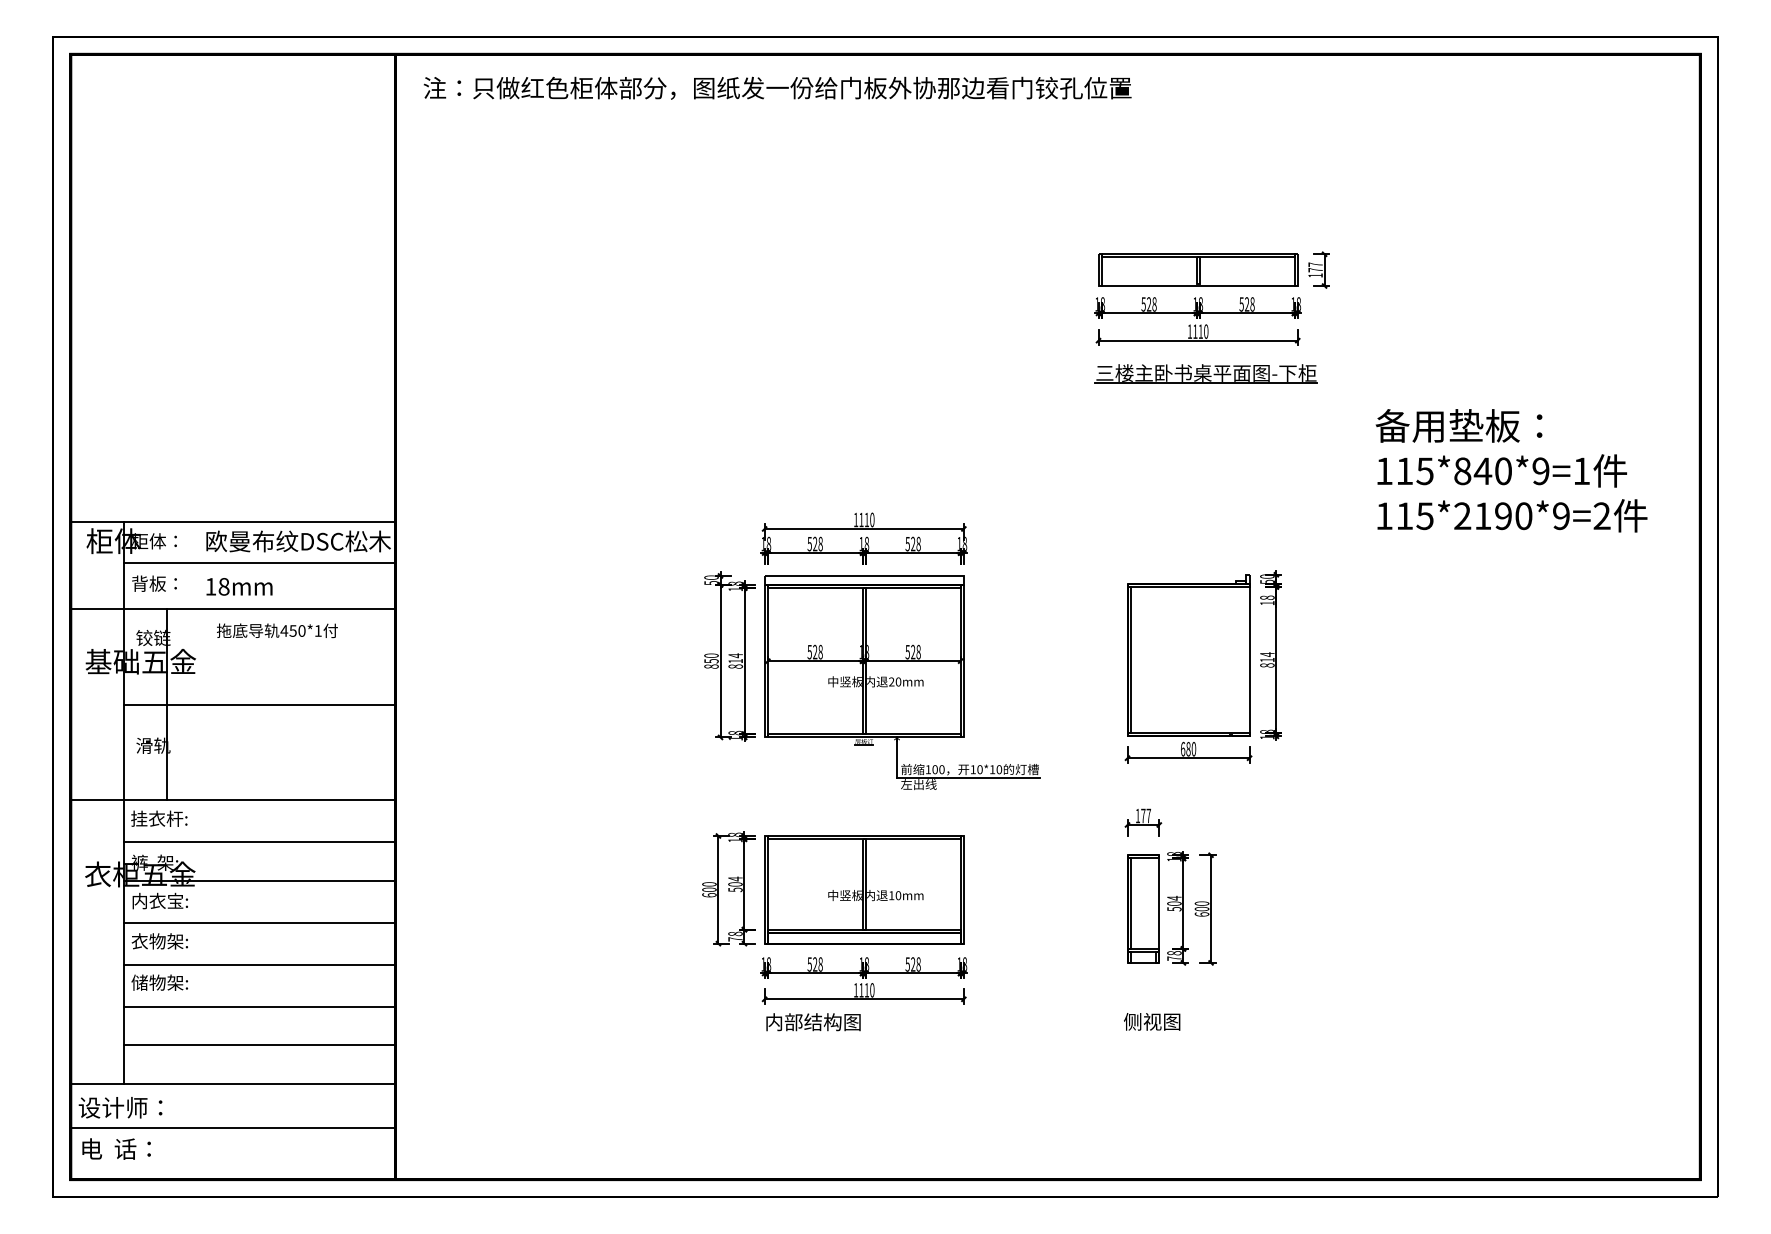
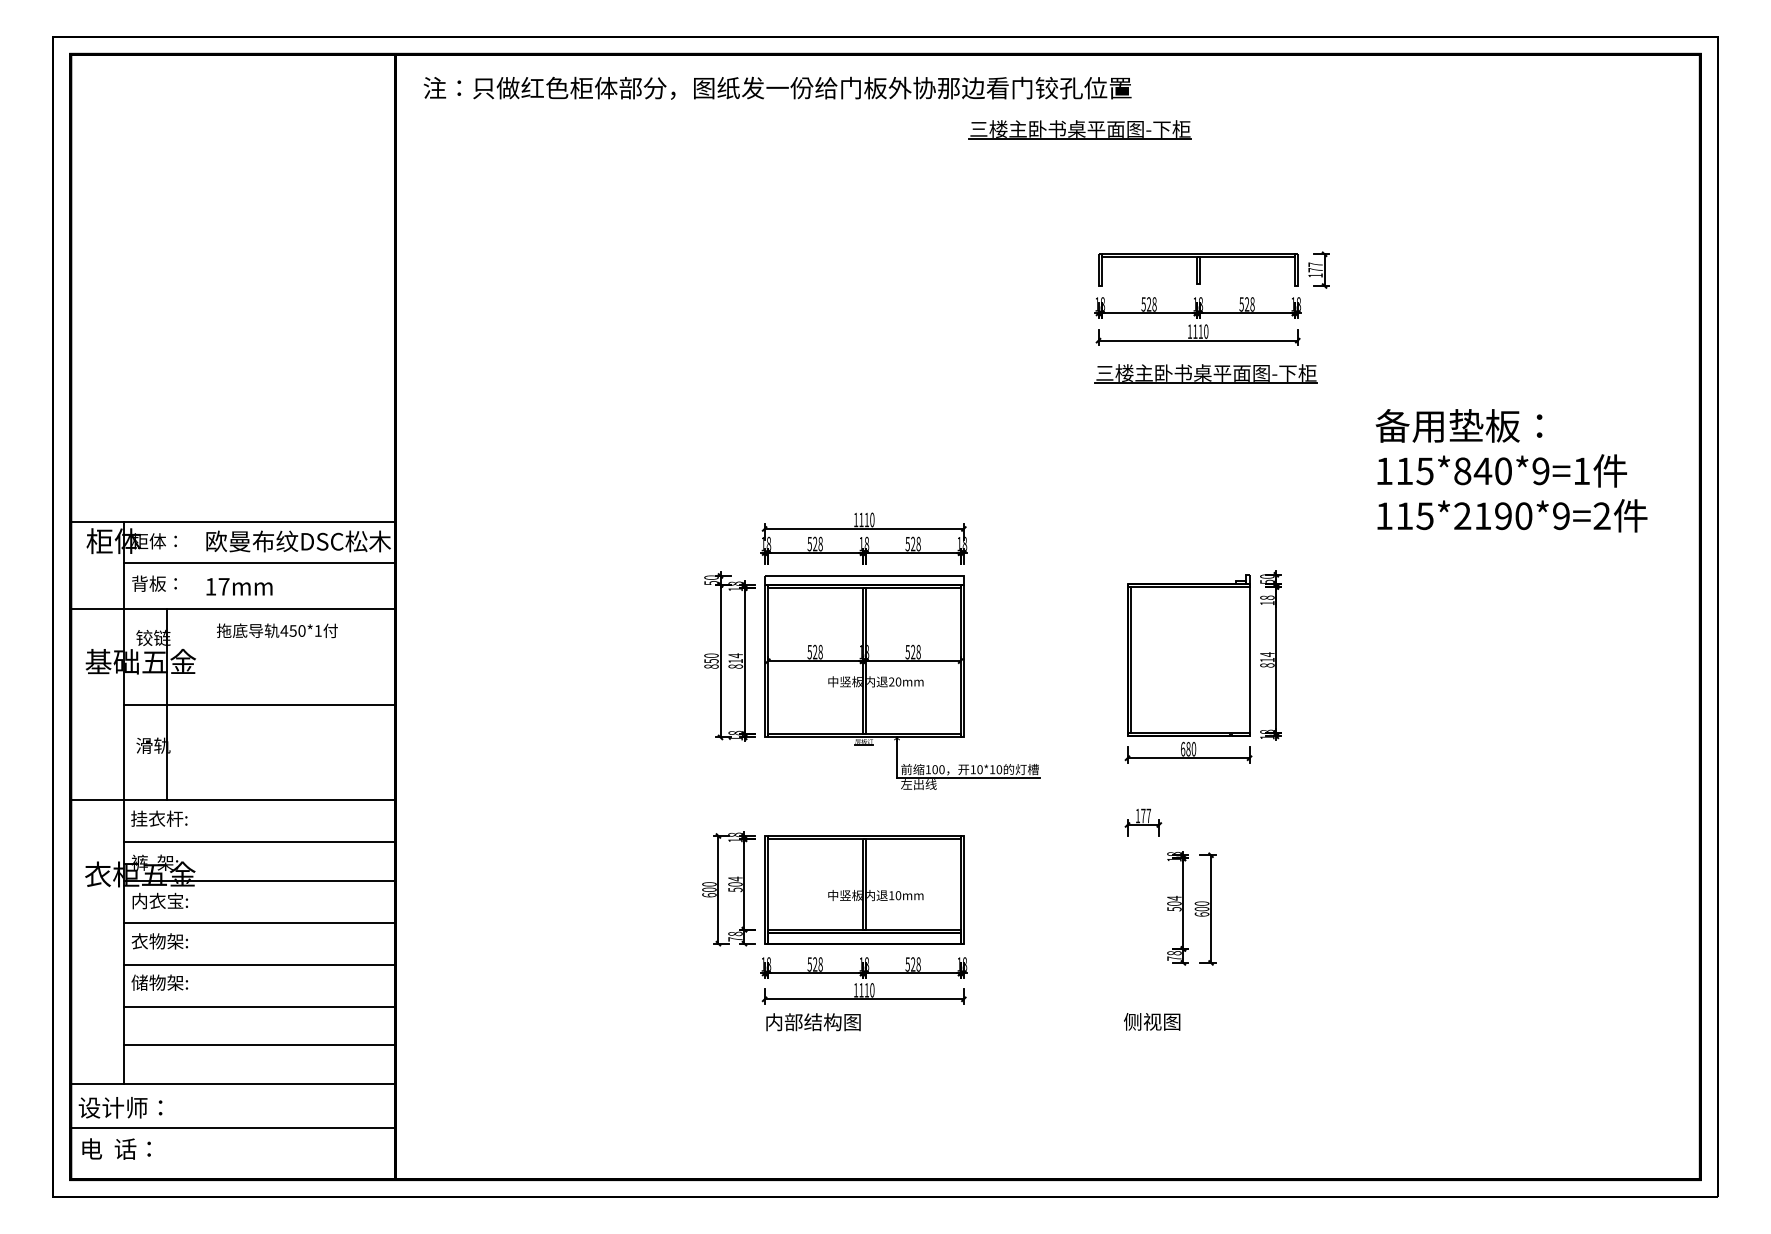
part at (1079, 129): none -> present
line at (1197, 286): present -> none
text at (223, 586): 18mm -> 17mm
part at (1143, 908): present -> none
